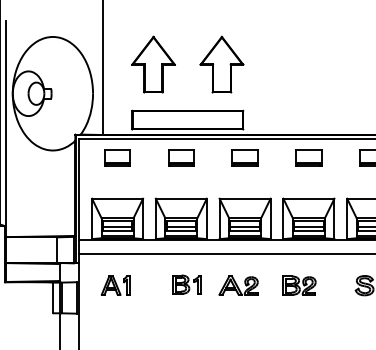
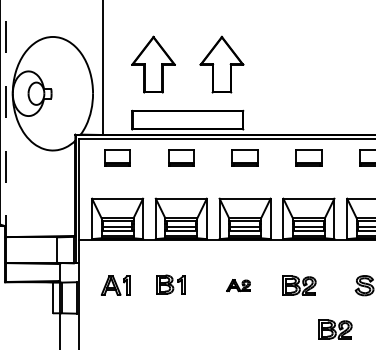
line at (6, 129): solid -> dashed
line at (225, 253): present -> none
part at (186, 284) position: (186, 284) -> (170, 284)
part at (238, 285) size: 41x21 px -> 25x14 px
part at (335, 329): none -> present
